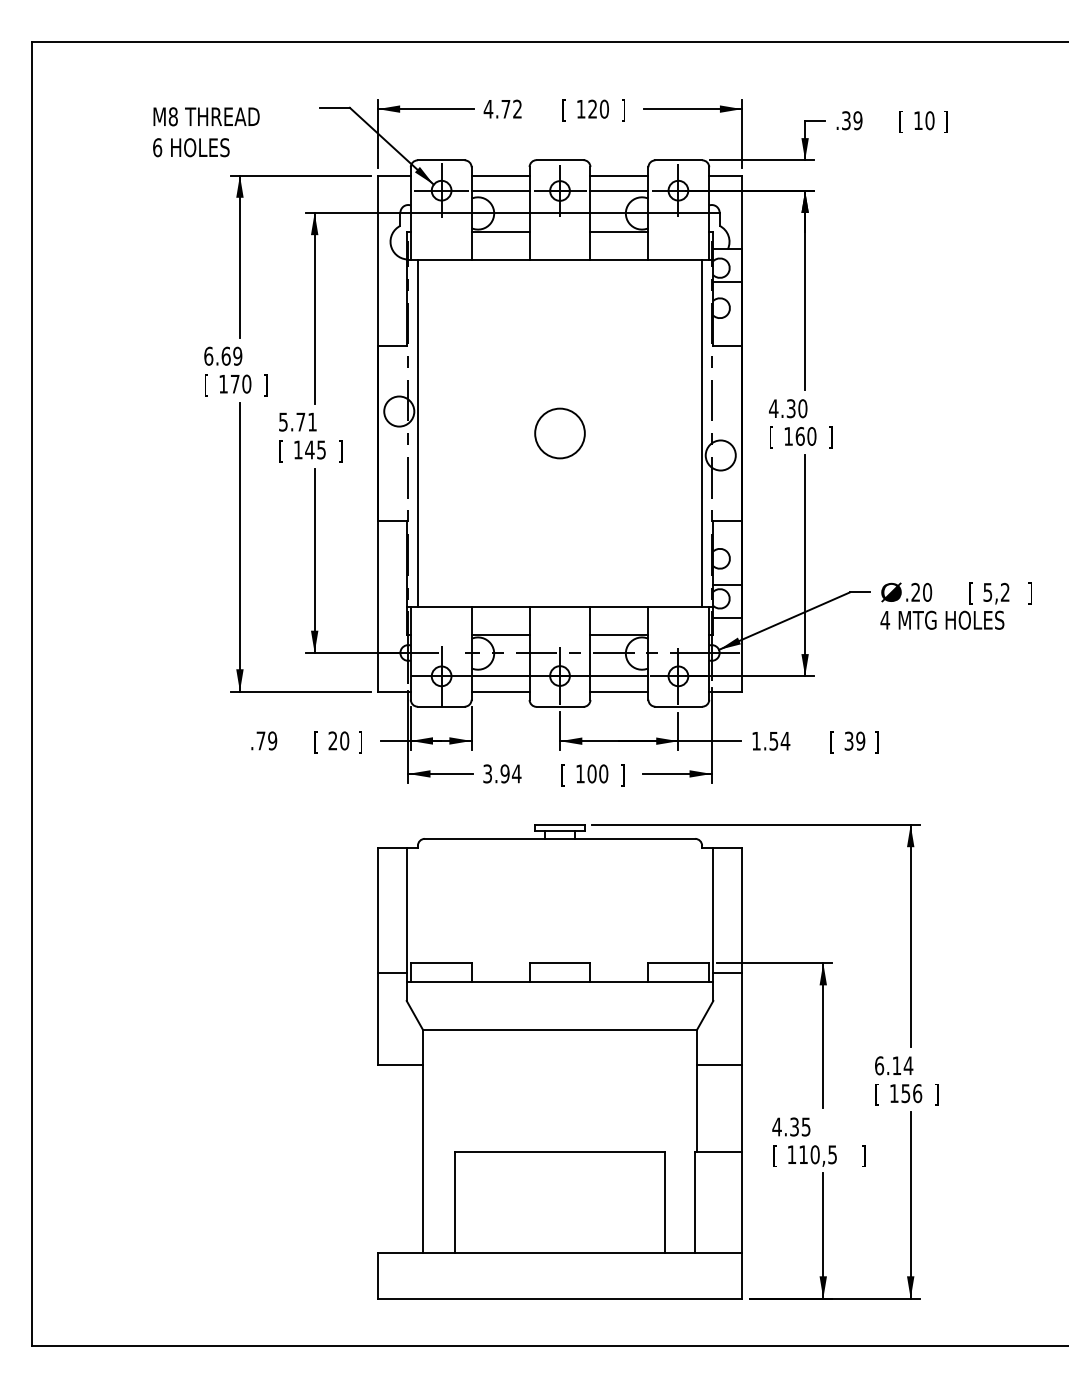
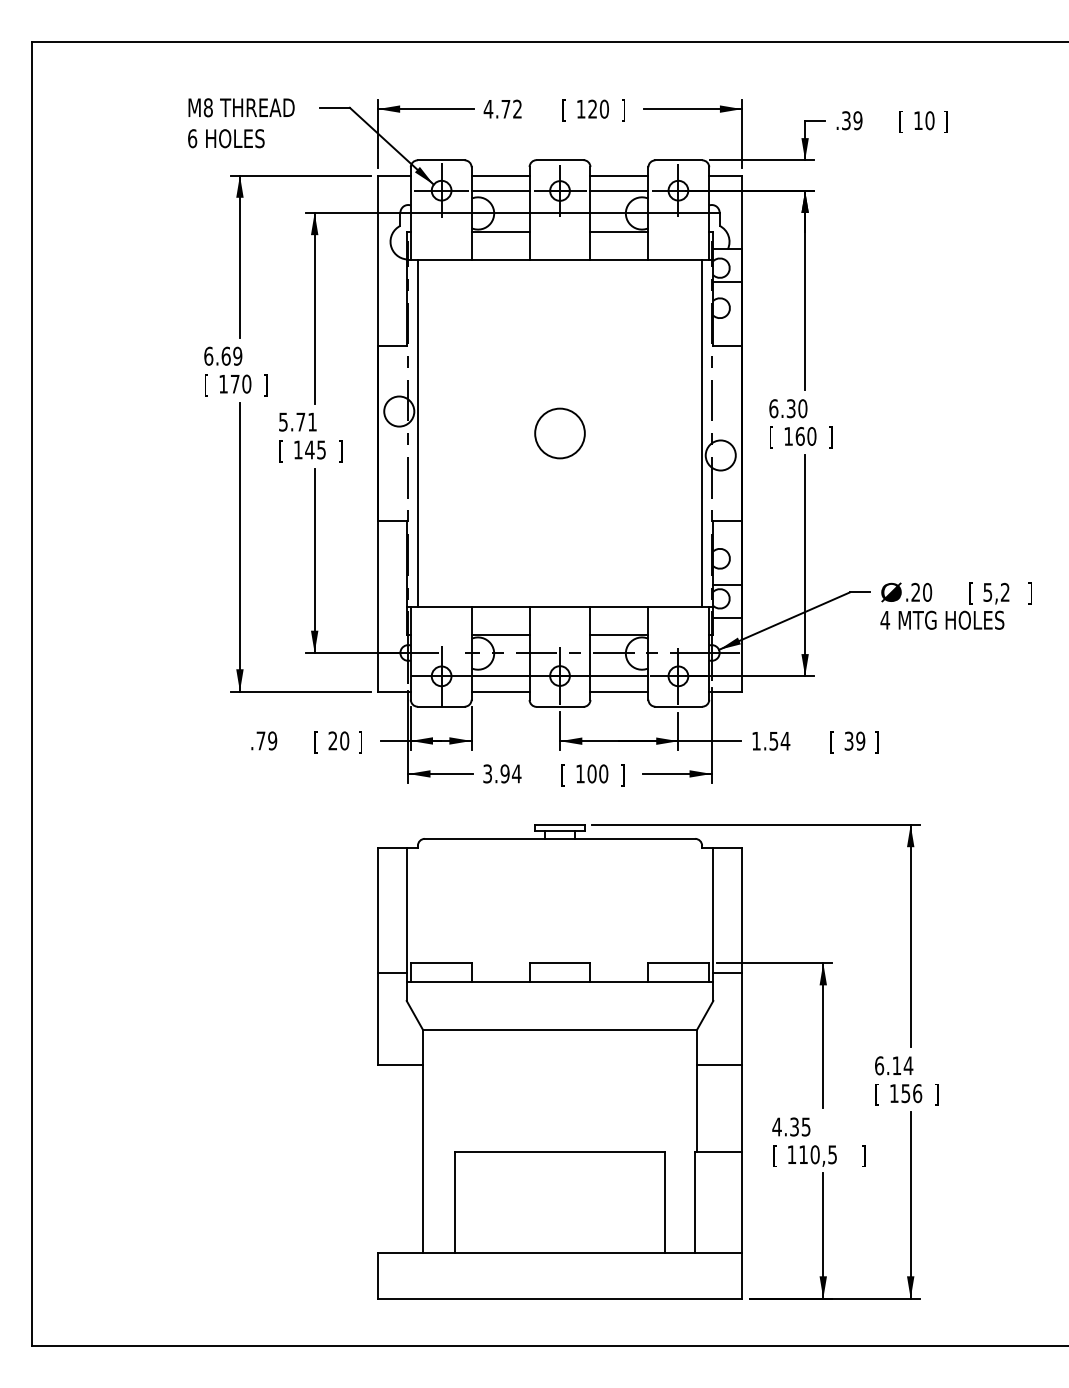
text at (206, 132) position: (206, 132) -> (241, 123)
text at (773, 408): 4.30 -> 6.30
